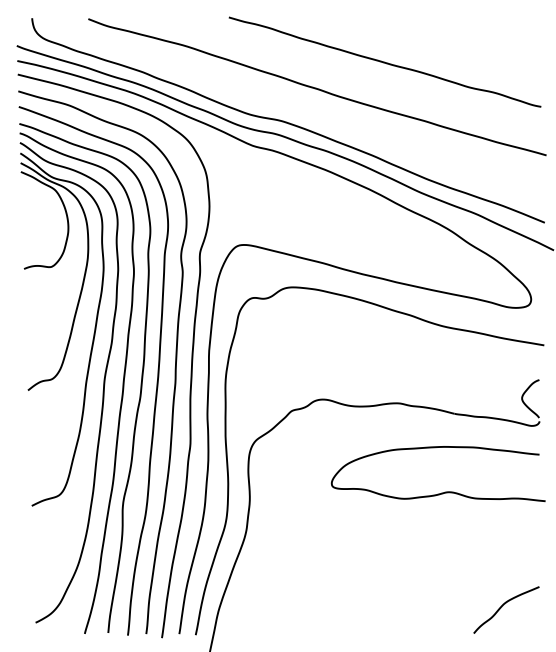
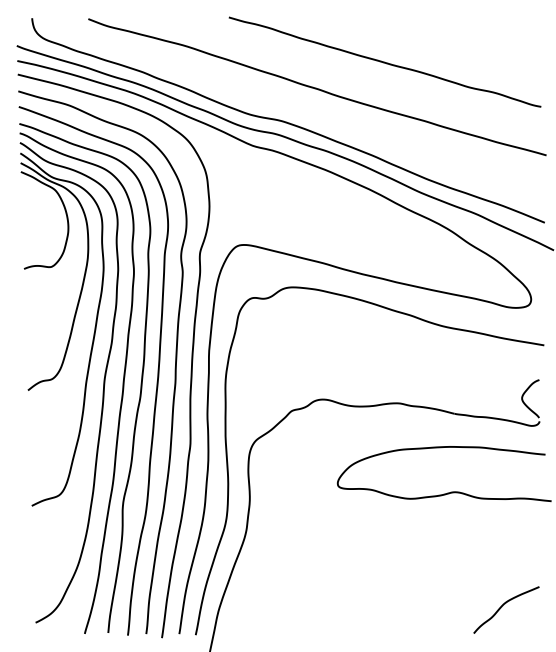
curve at (441, 492) position: (441, 492) -> (447, 492)
